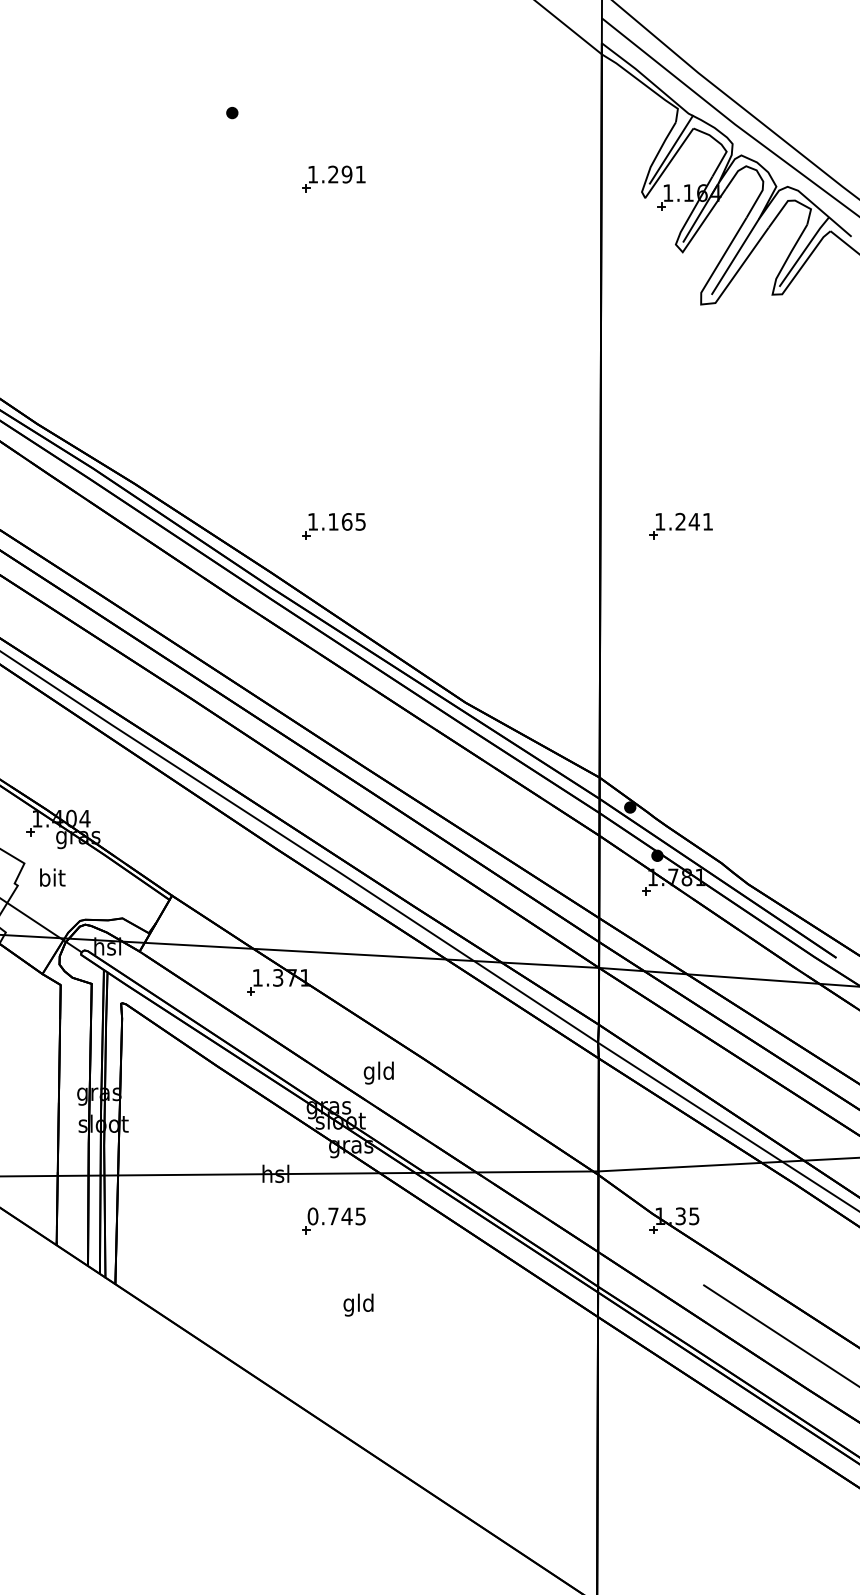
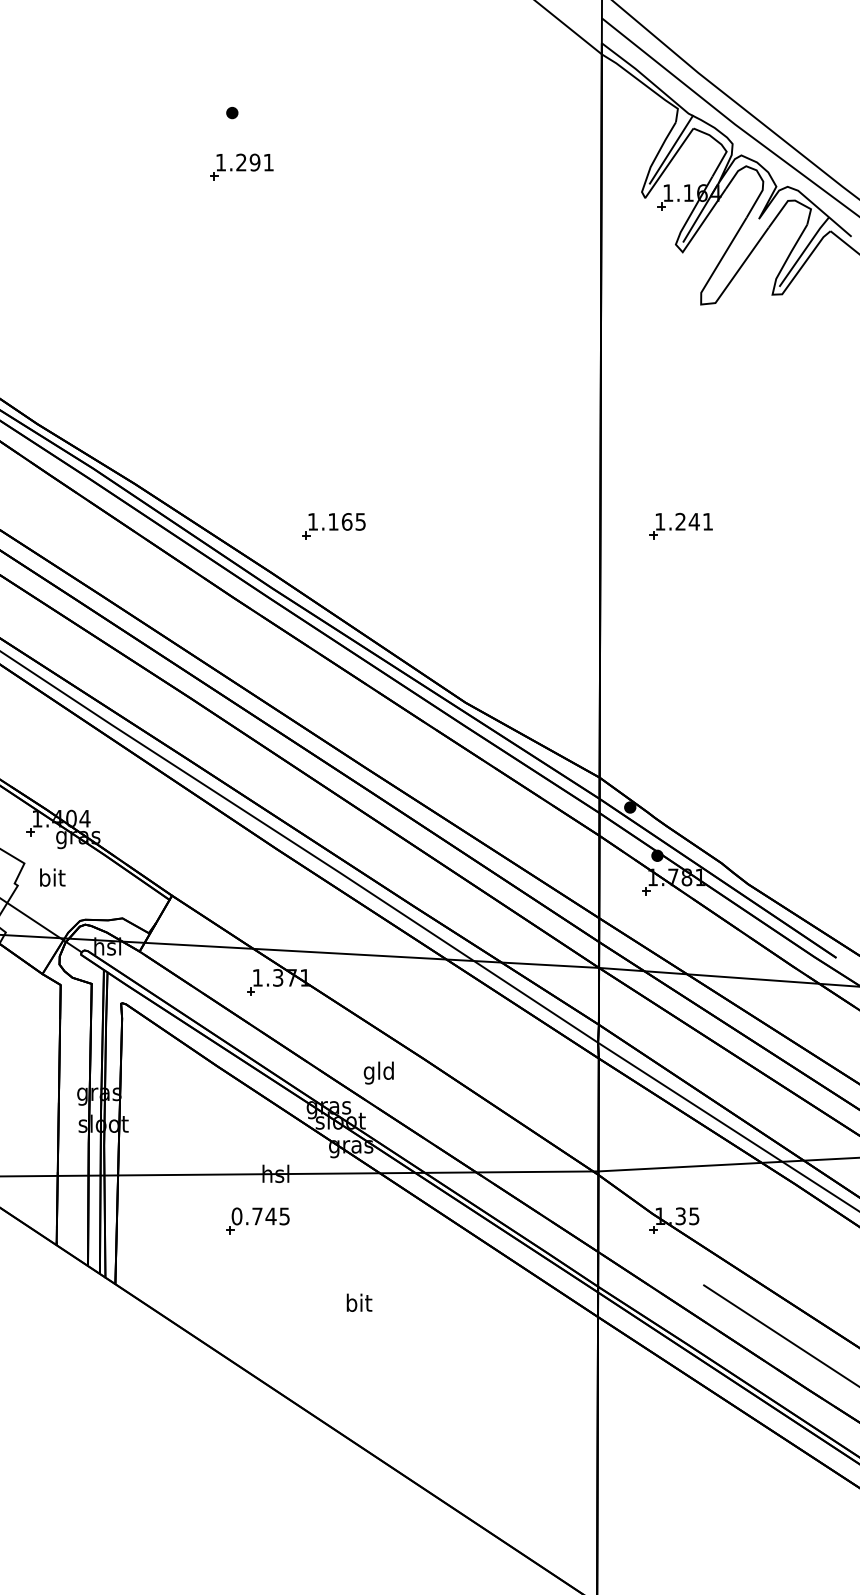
part at (333, 178) position: (333, 178) -> (241, 166)
line at (735, 256): present -> none
part at (333, 1220) position: (333, 1220) -> (257, 1220)
text at (358, 1304): gld -> bit
